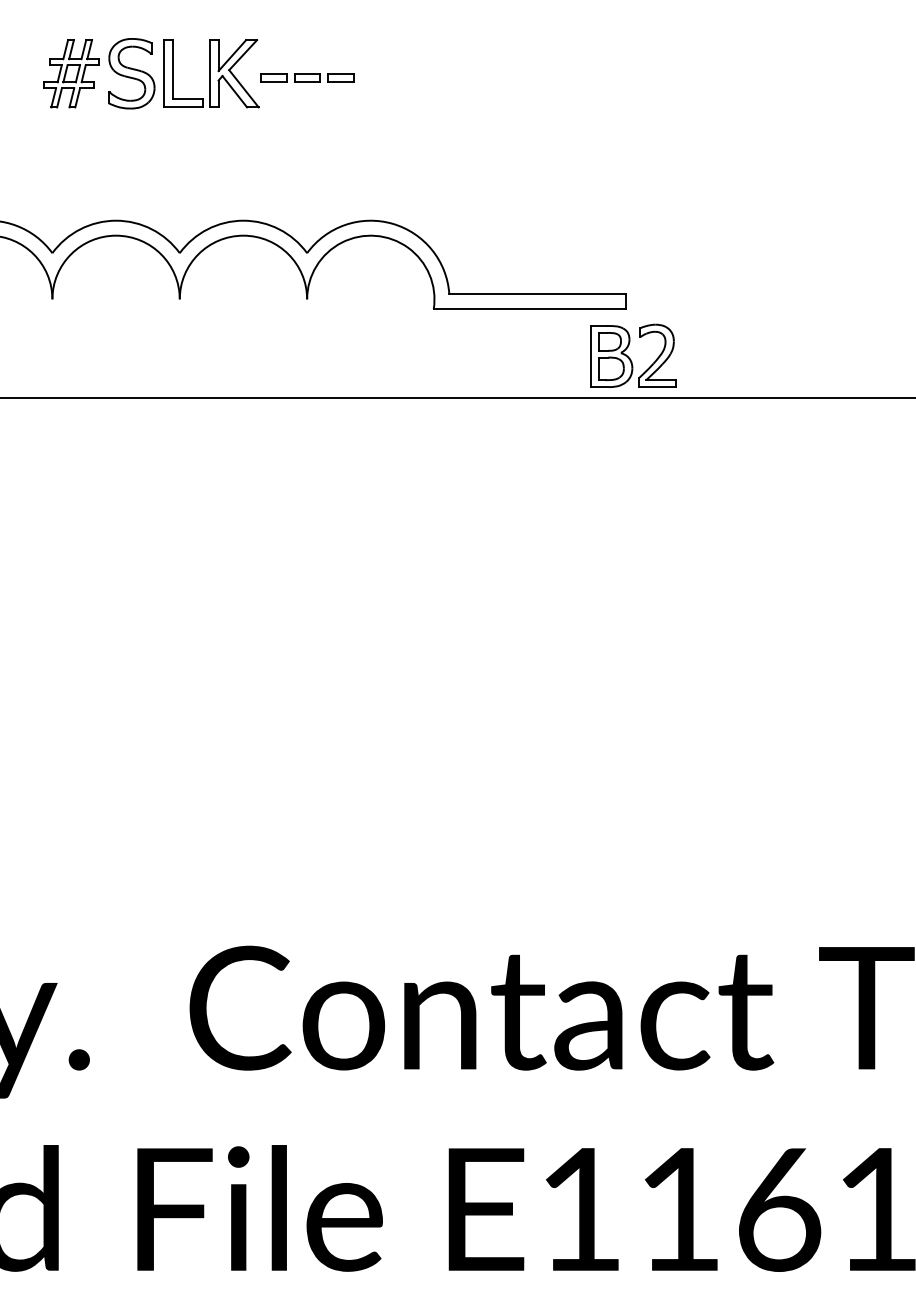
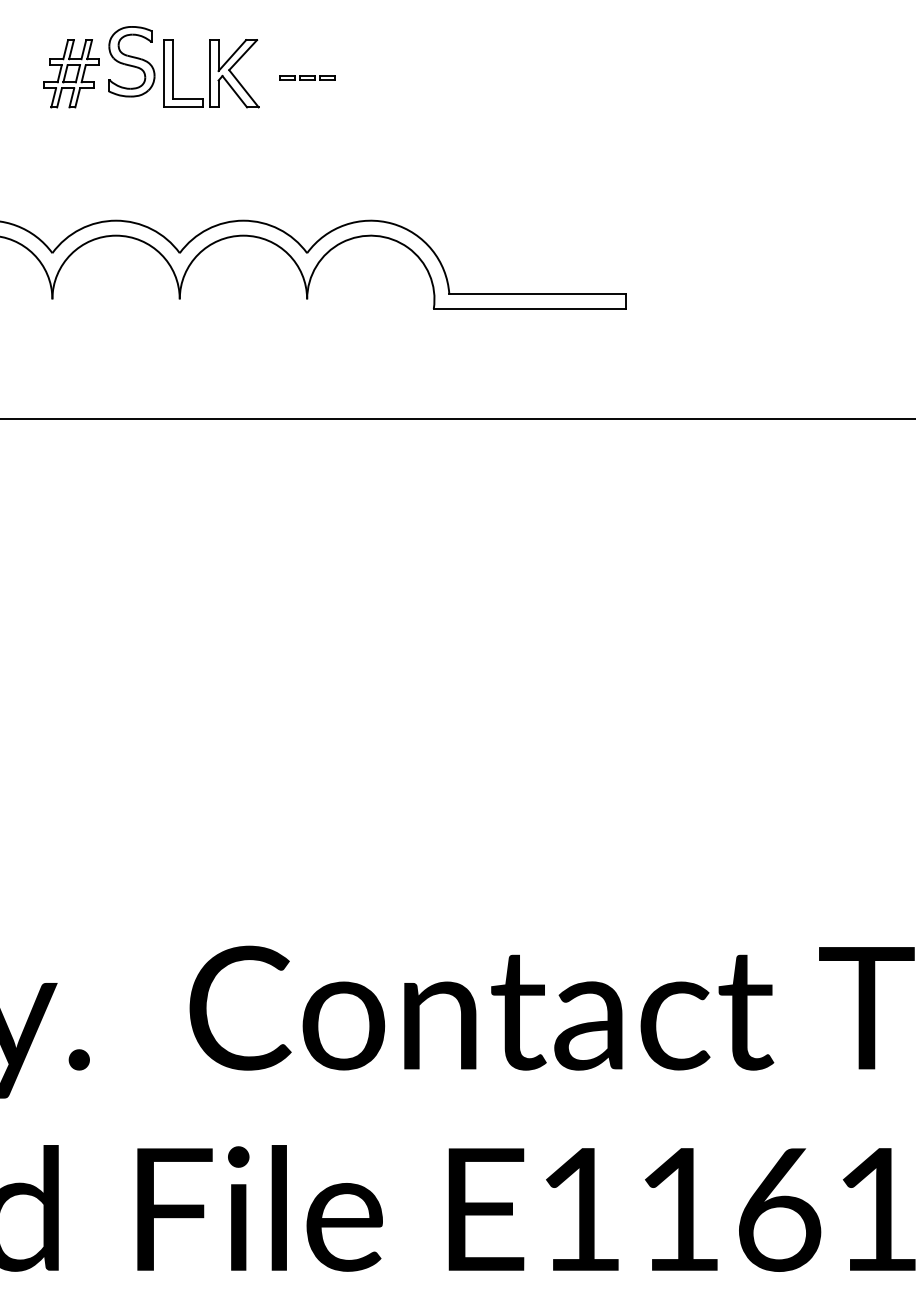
part at (131, 73) position: (131, 73) -> (131, 61)
part at (307, 77) size: 95x10 px -> 57x6 px
part at (633, 355): present -> none
line at (457, 398) position: (457, 398) -> (457, 419)
